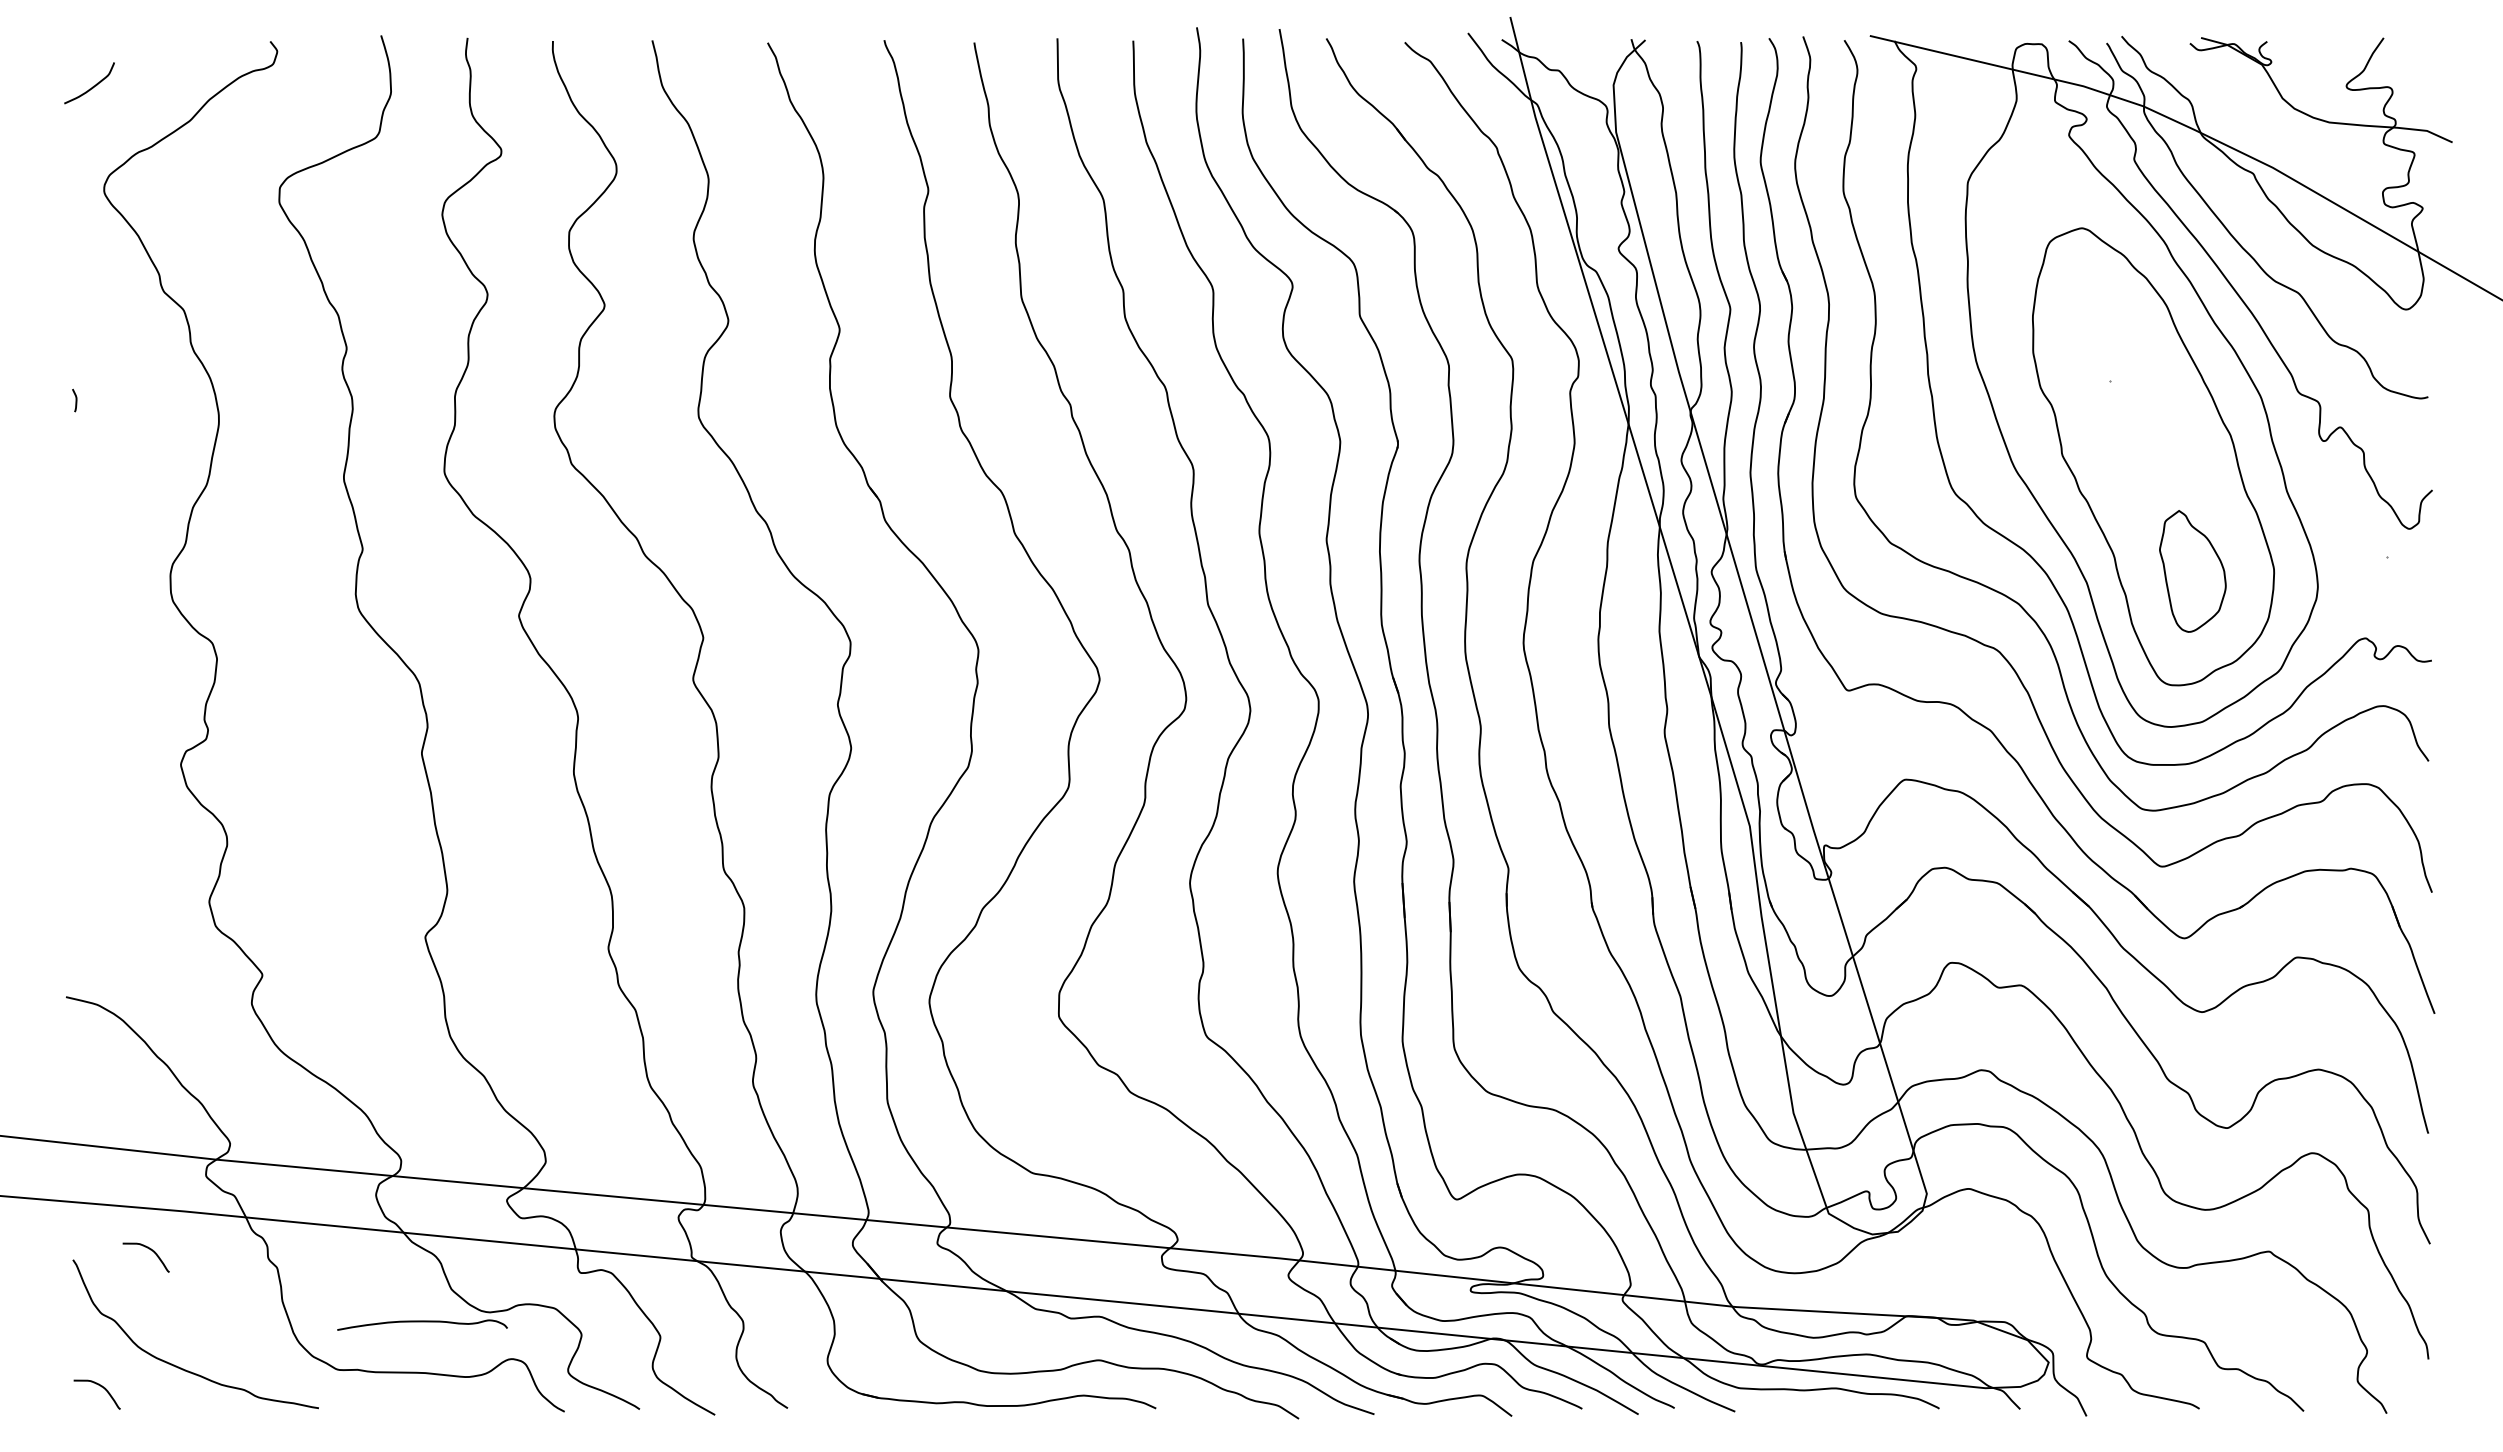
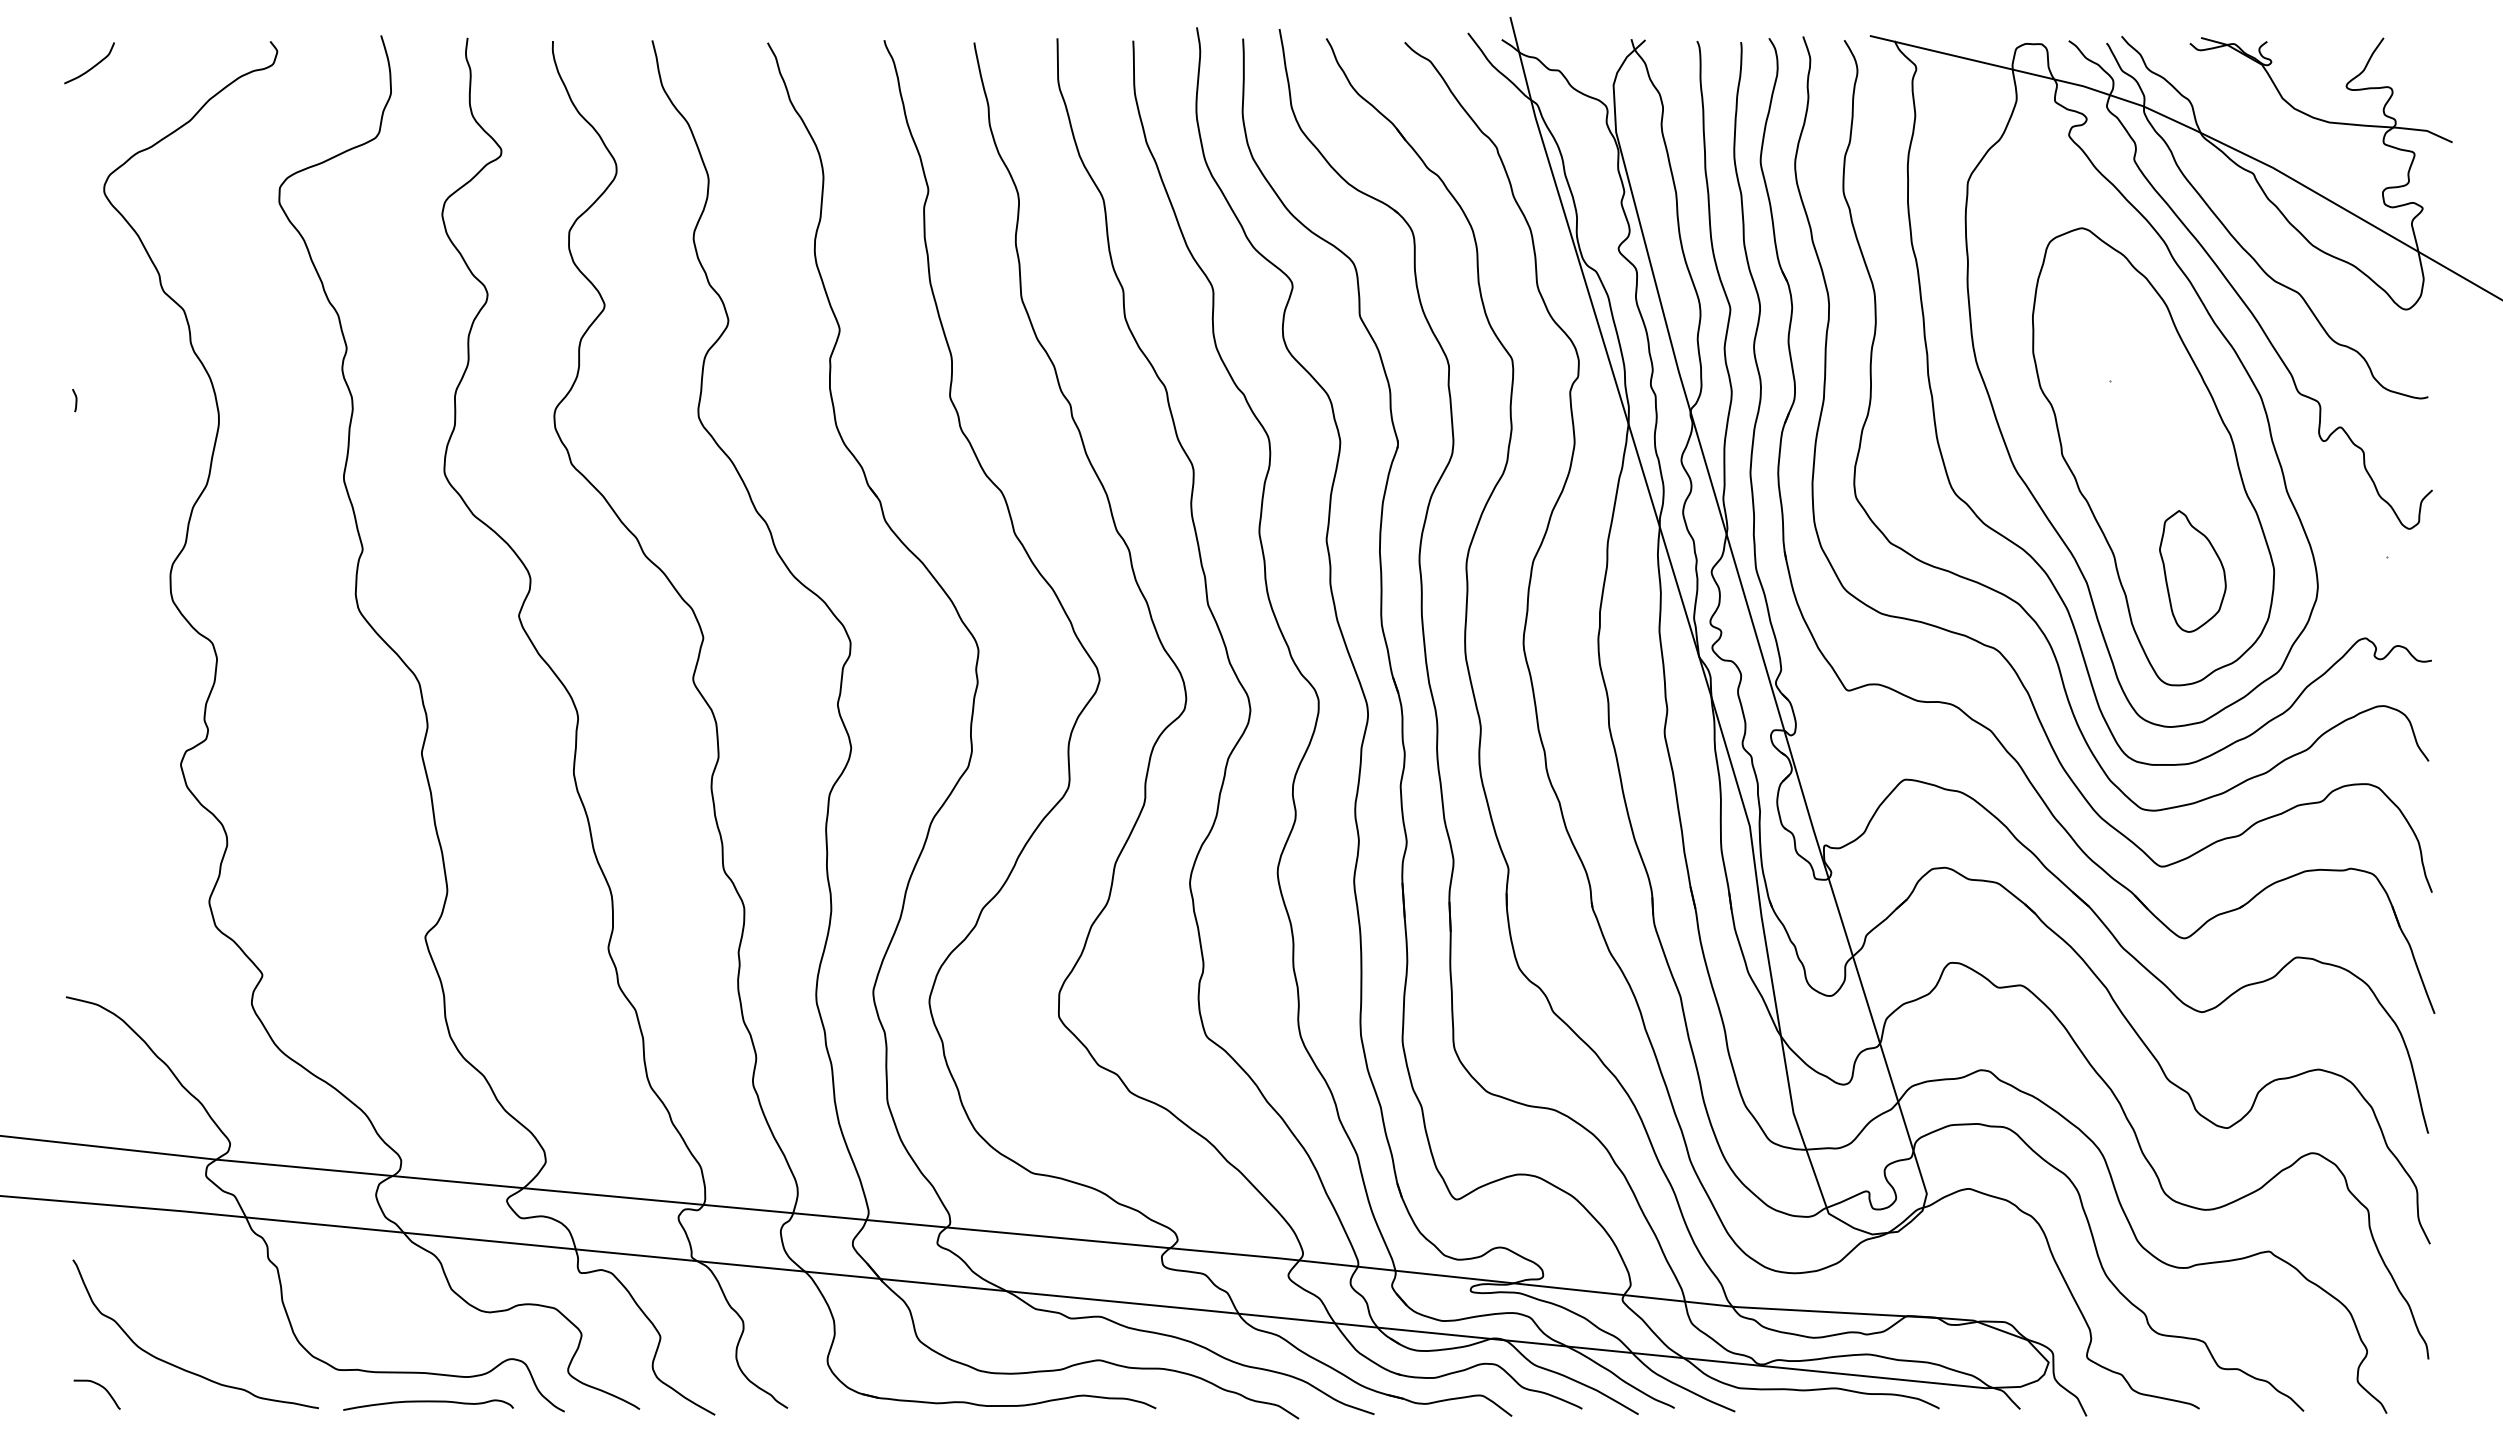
curve at (92, 86) position: (92, 86) -> (92, 66)
curve at (150, 1250): present -> none
curve at (422, 1322) position: (422, 1322) -> (428, 1402)
